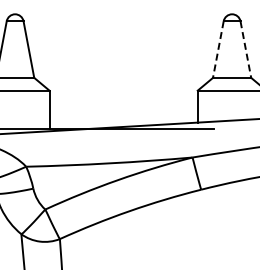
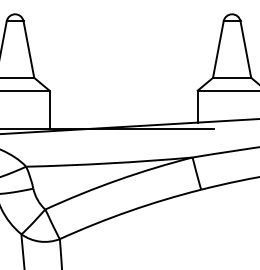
line at (218, 49): dashed -> solid
line at (245, 49): dashed -> solid
